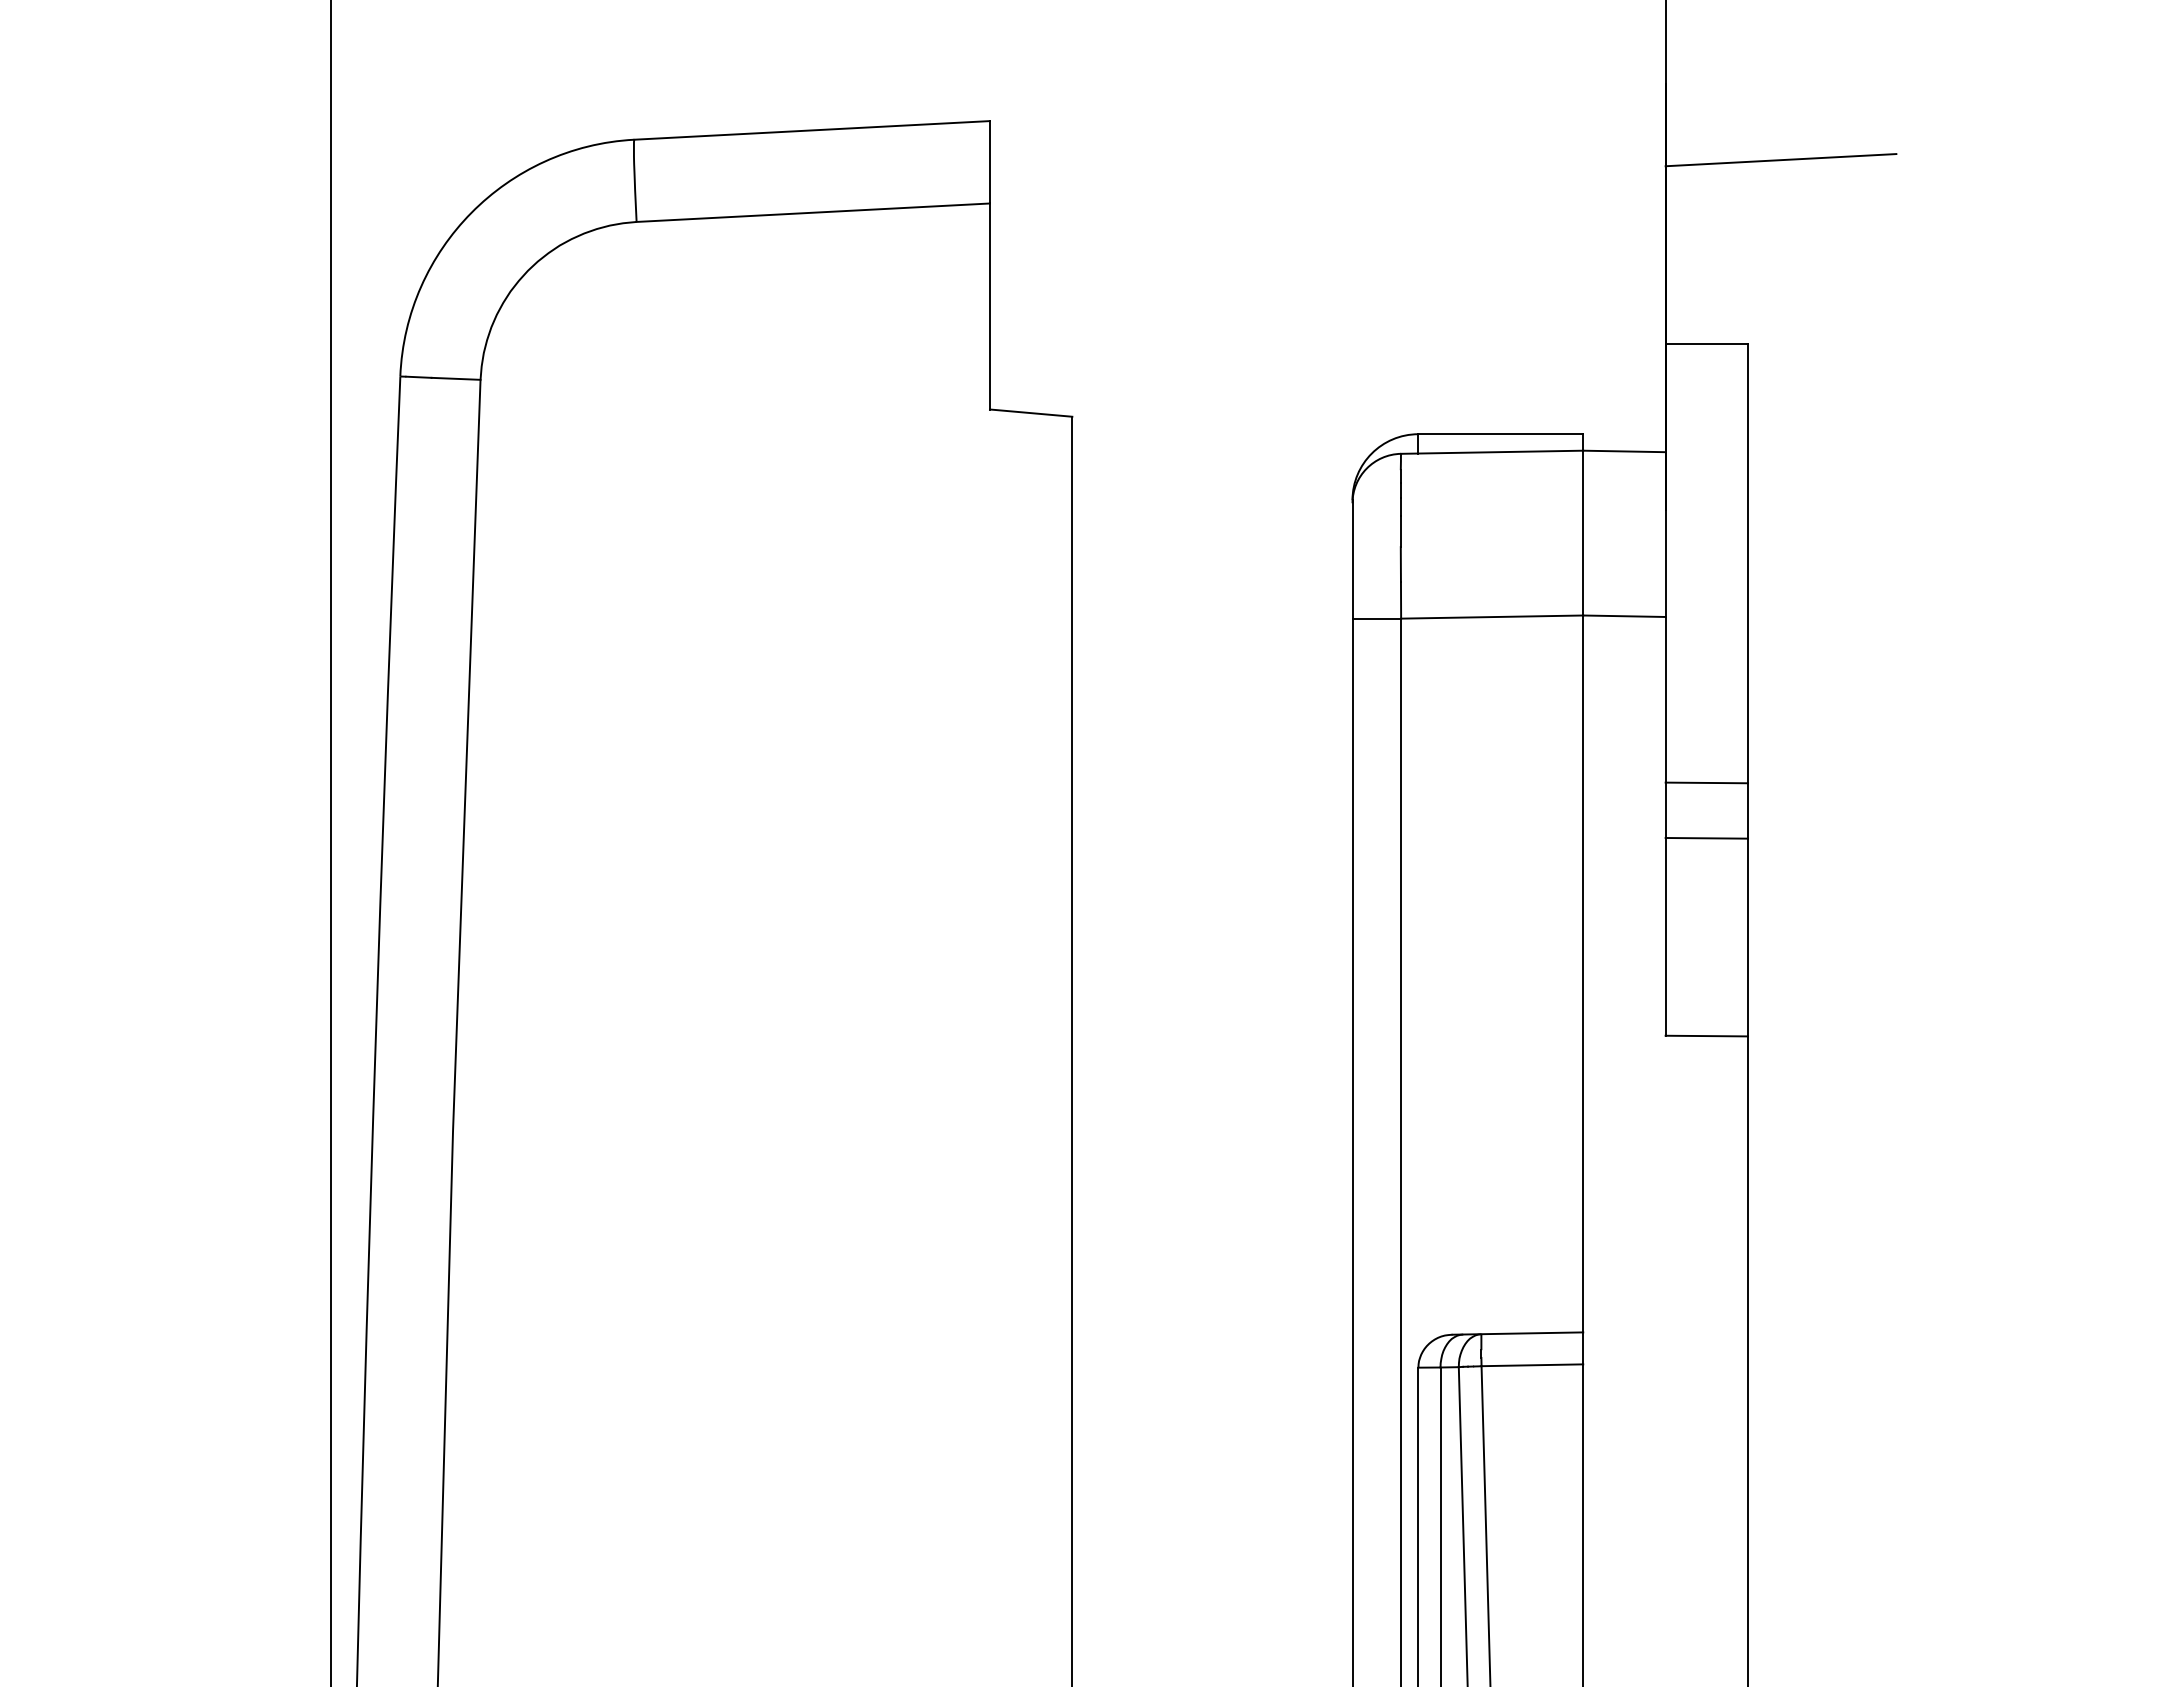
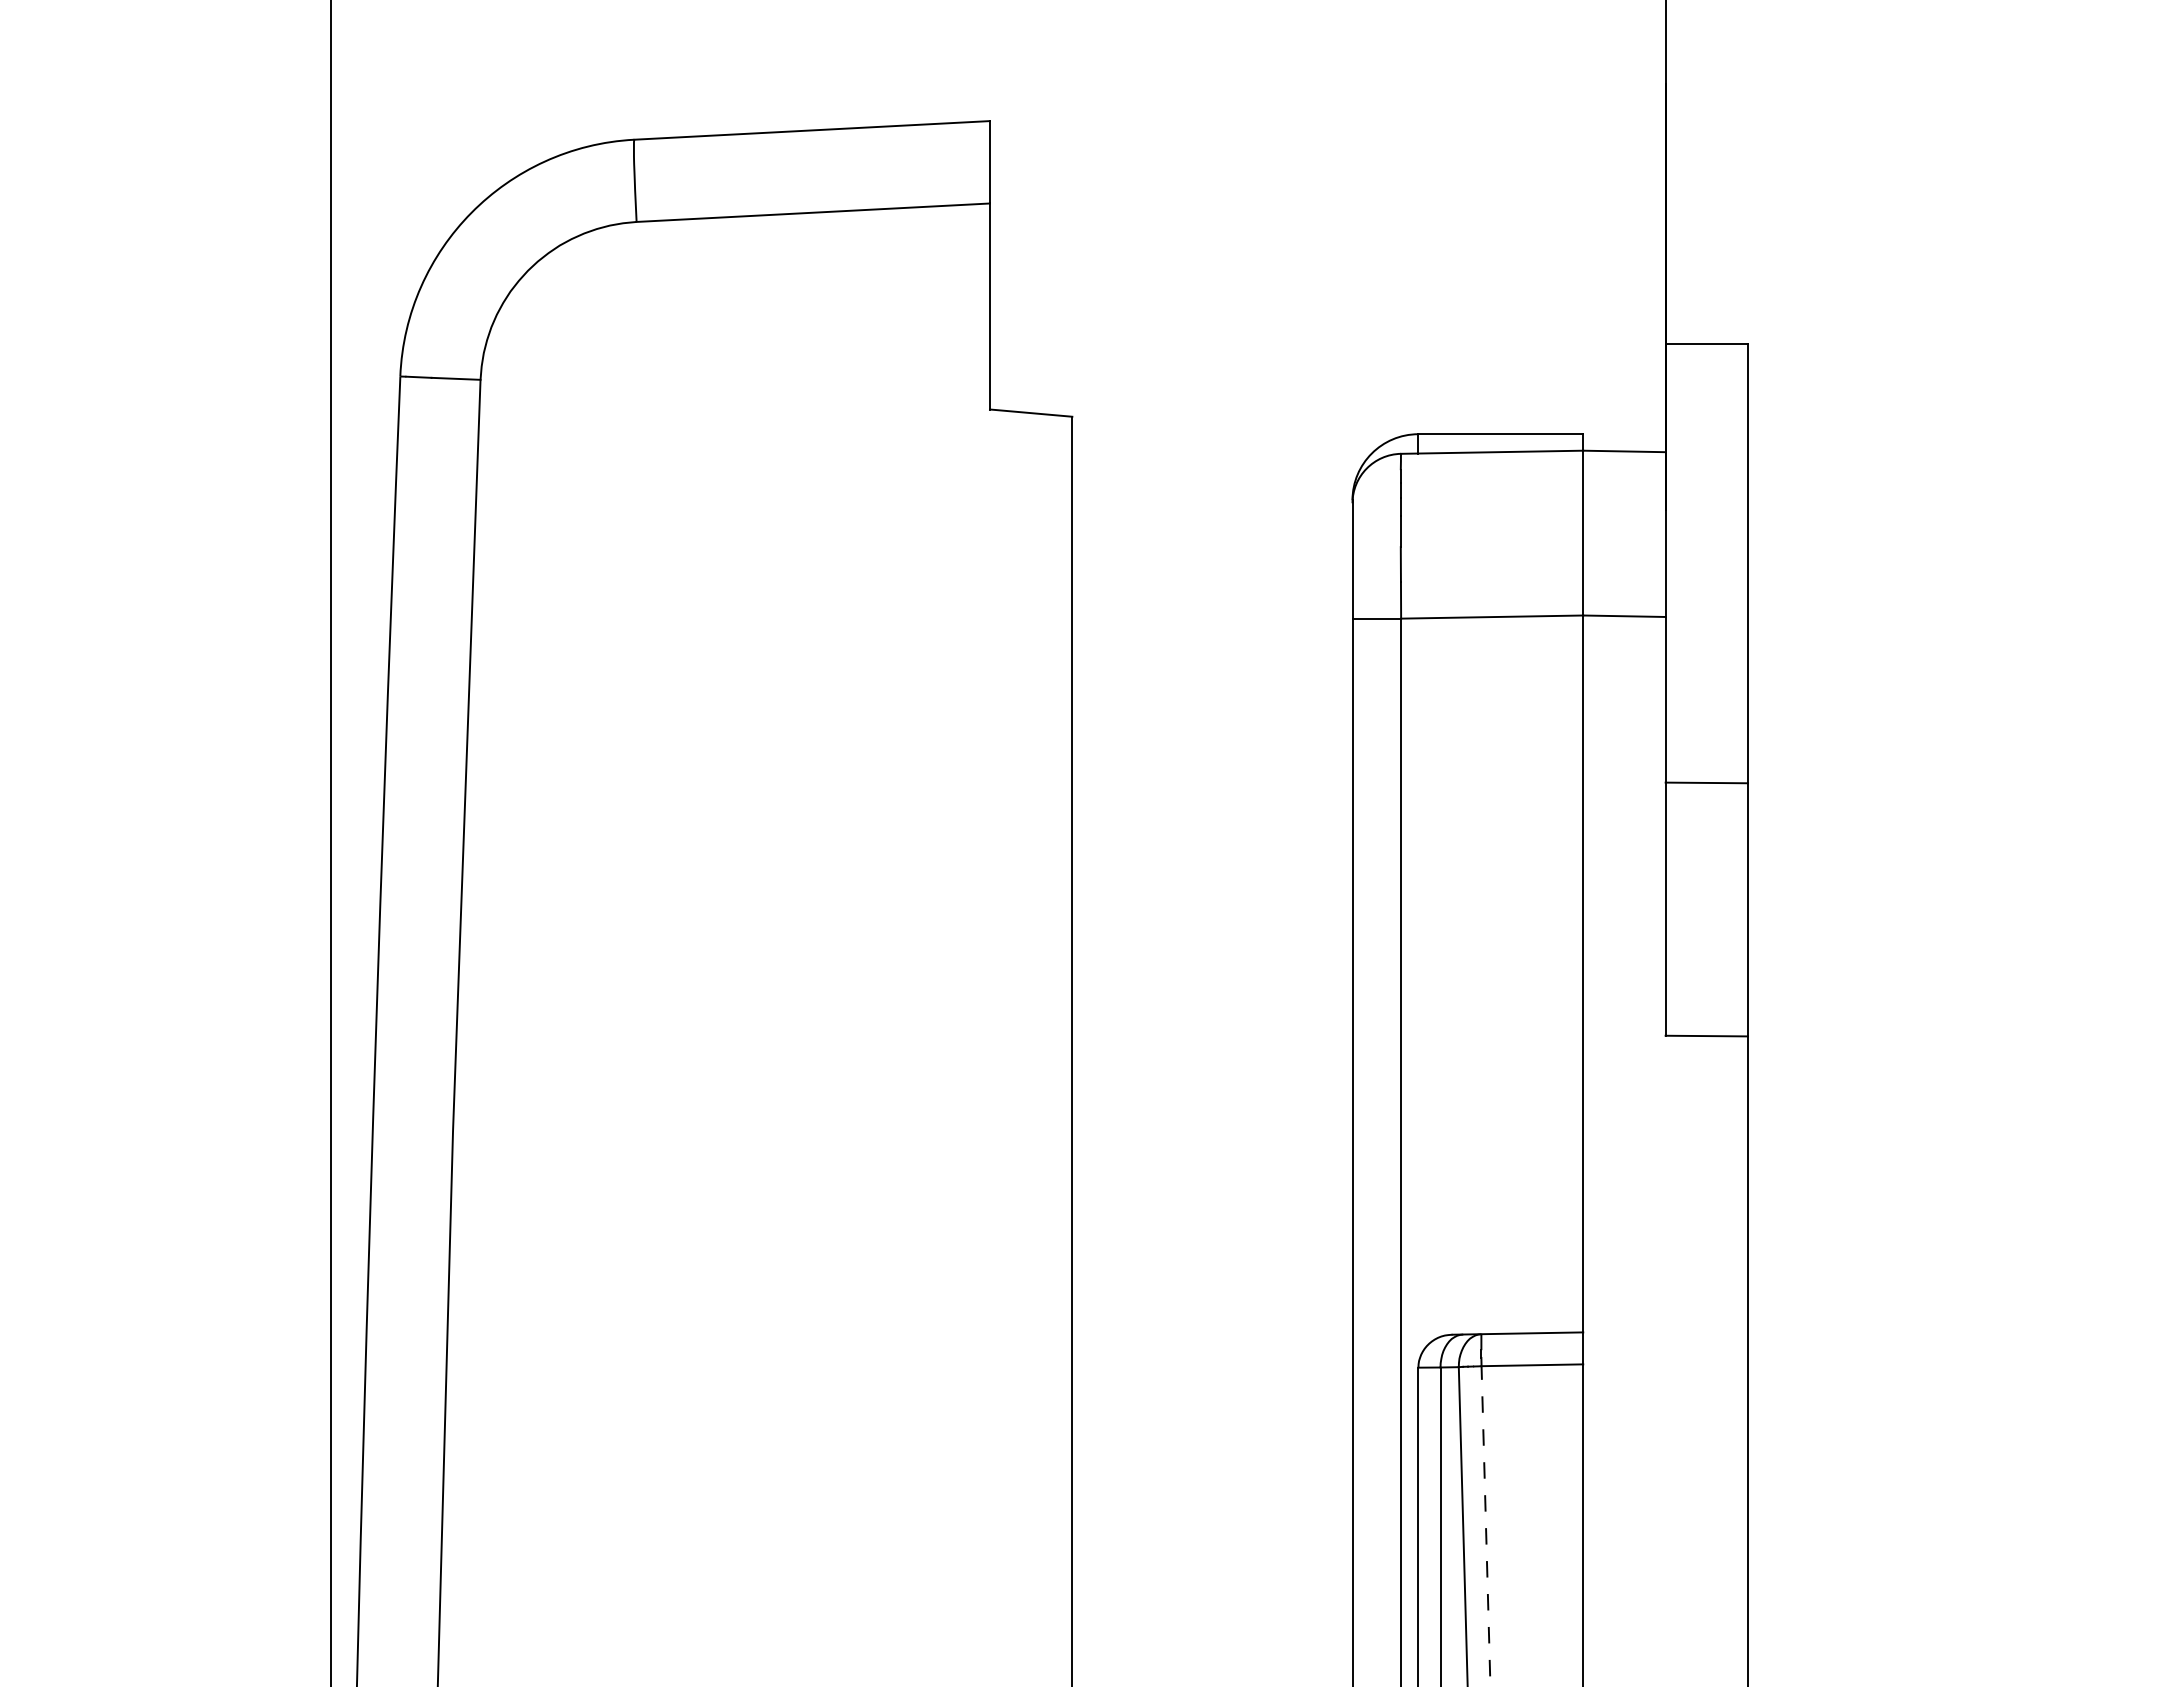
line at (1780, 160): present -> none
line at (1706, 837): present -> none
line at (1485, 1526): solid -> dashed
